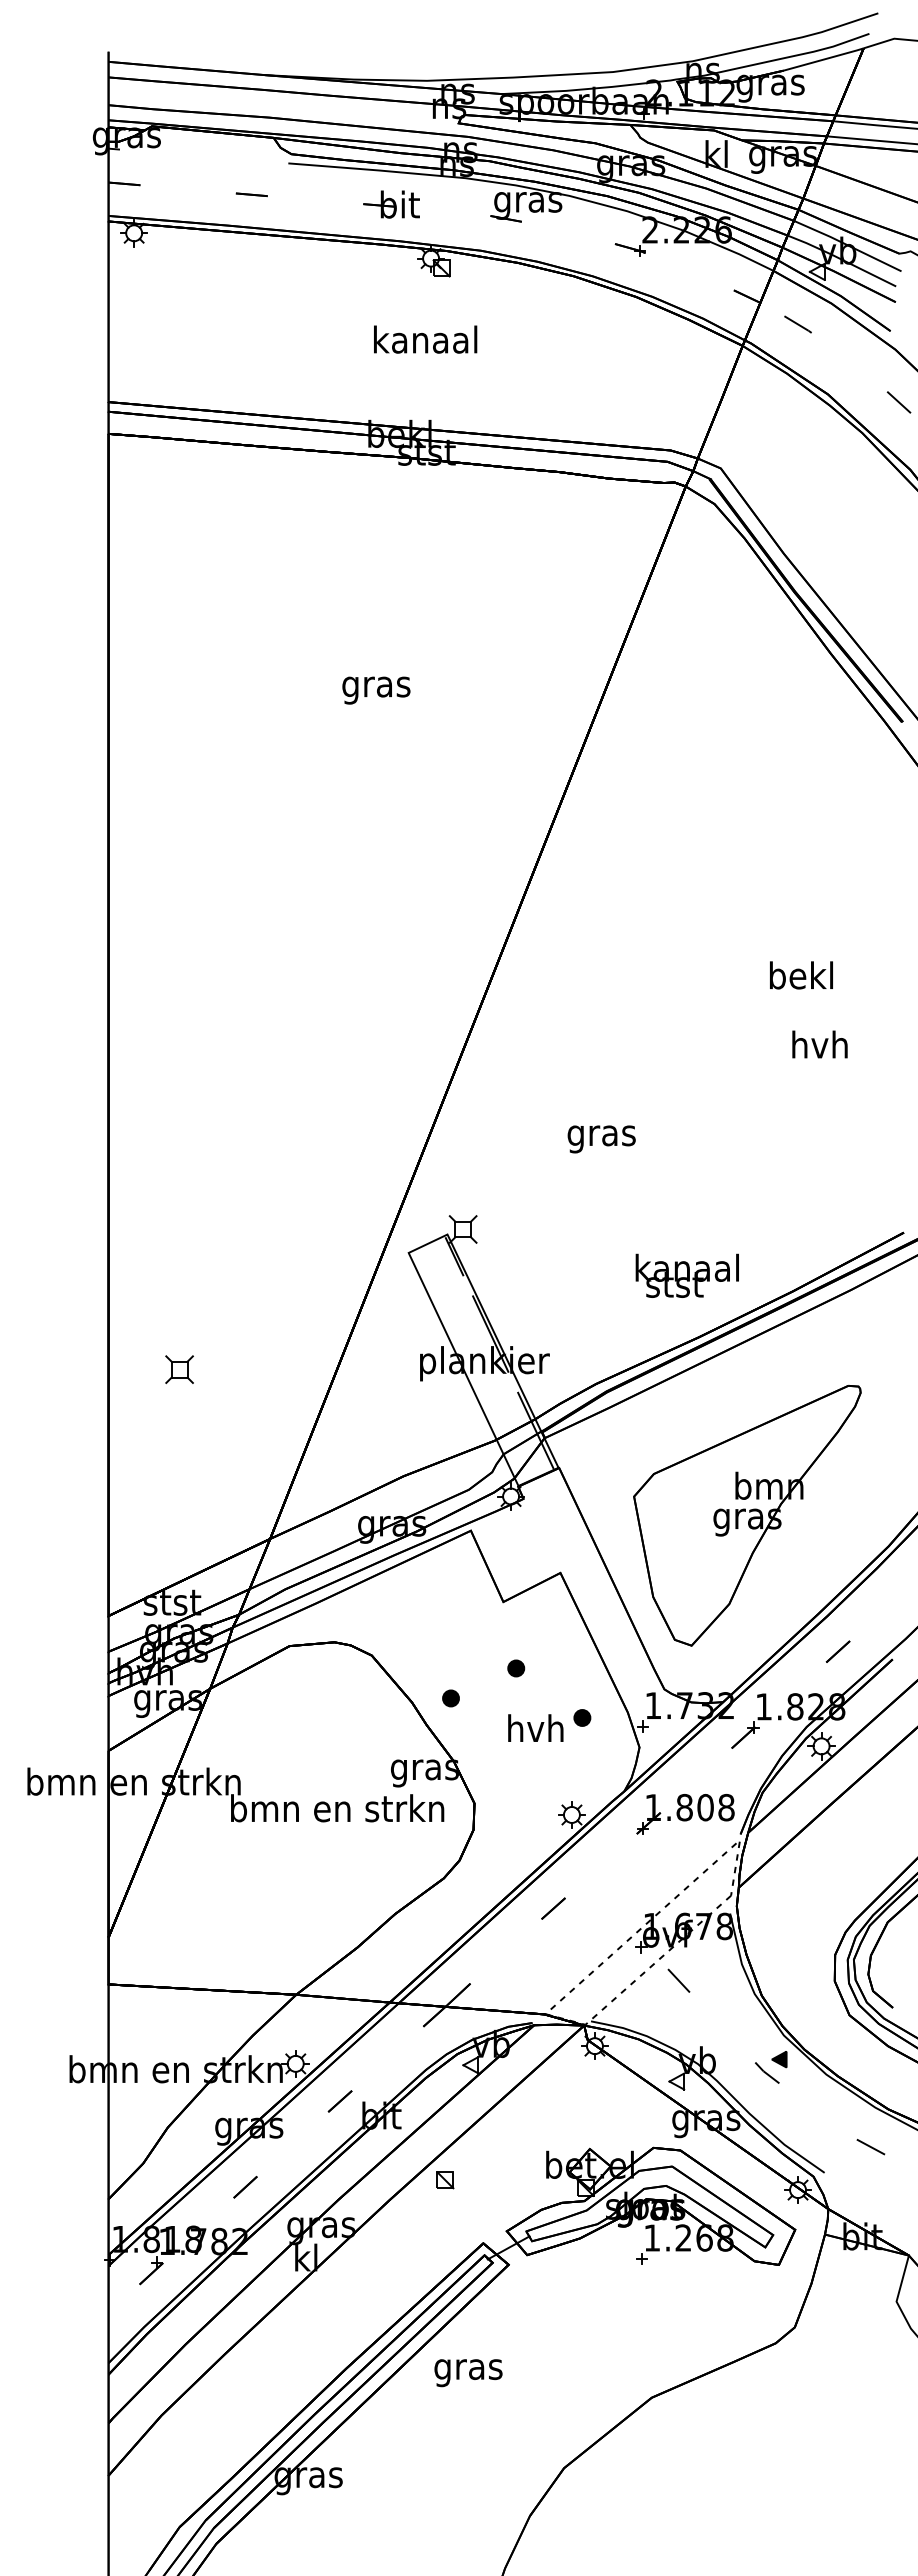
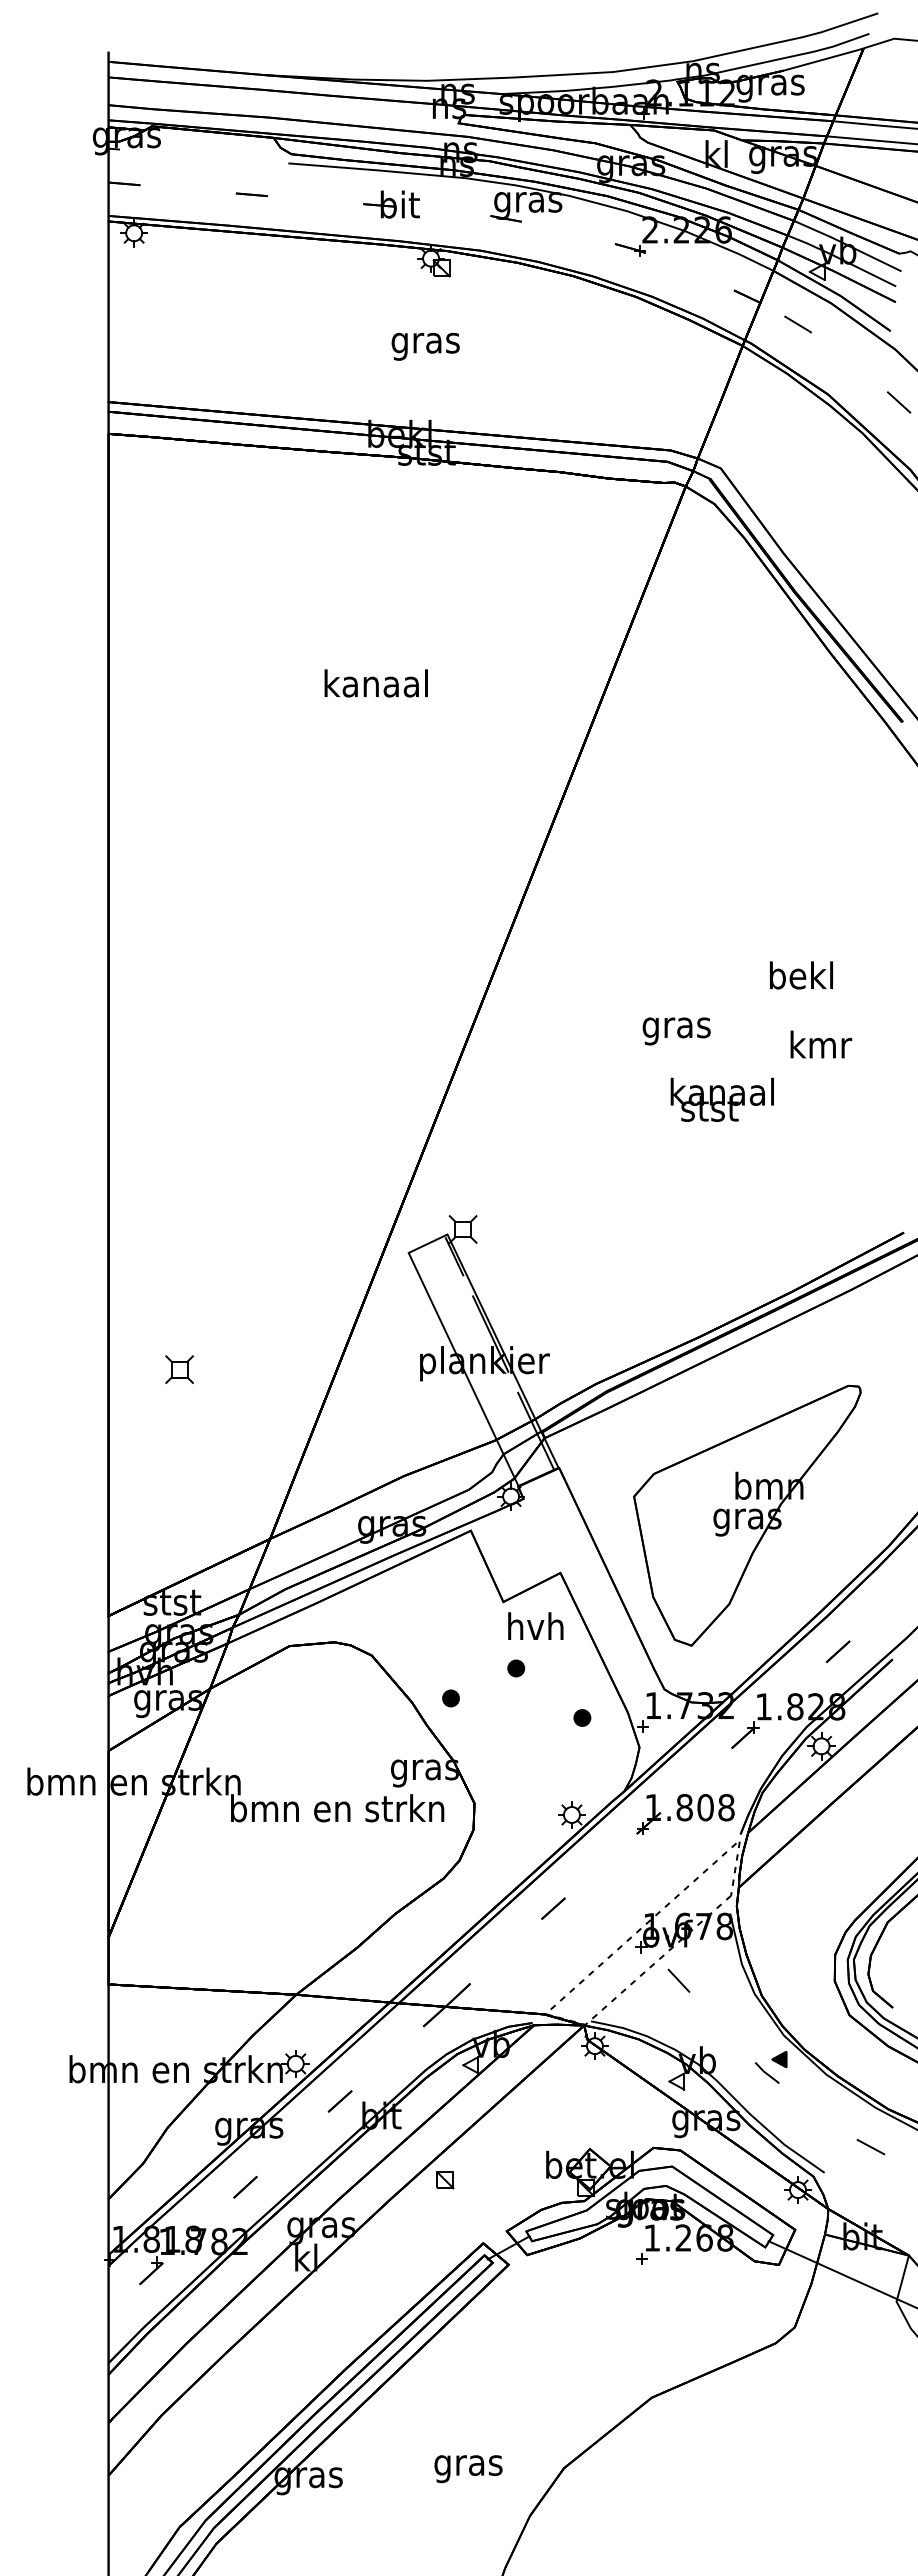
text at (425, 342): kanaal -> gras
text at (375, 686): gras -> kanaal
text at (821, 1044): hvh -> kmr
text at (601, 1139) position: (601, 1139) -> (676, 1031)
text at (686, 1275) position: (686, 1275) -> (721, 1099)
text at (535, 1727) position: (535, 1727) -> (535, 1625)
line at (841, 2274): none -> present
text at (468, 2373) position: (468, 2373) -> (468, 2469)
